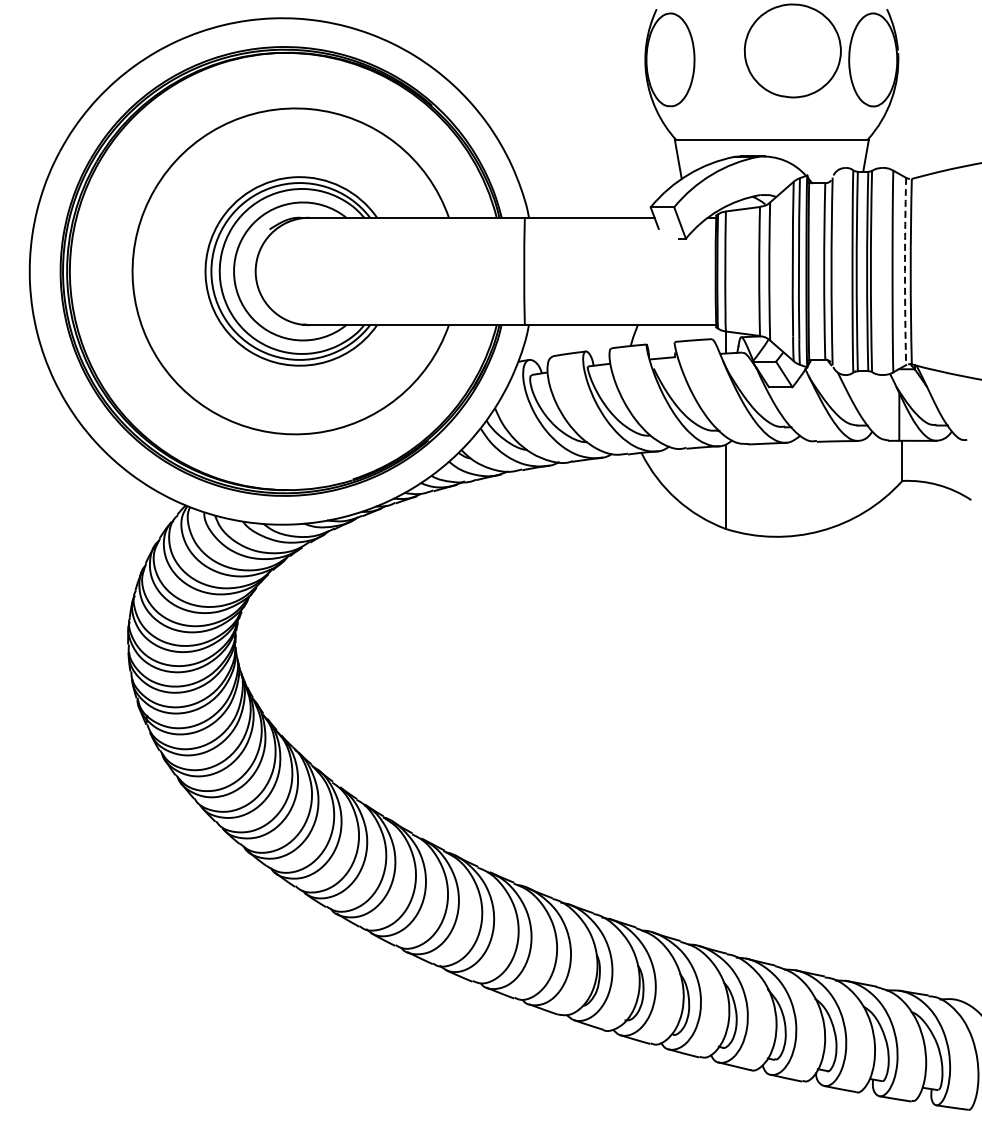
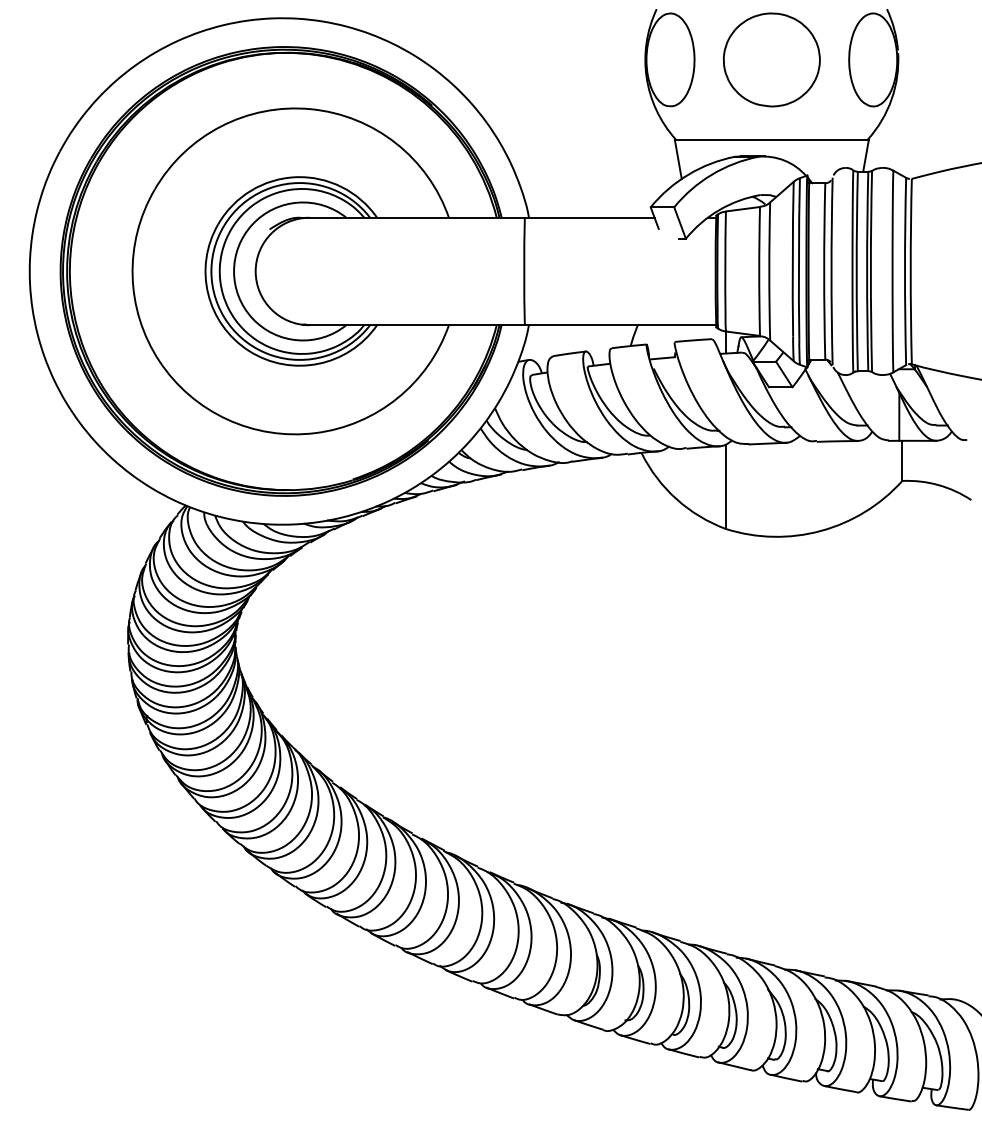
part at (792, 50) position: (792, 50) -> (771, 59)
arc at (905, 271): dashed -> solid
